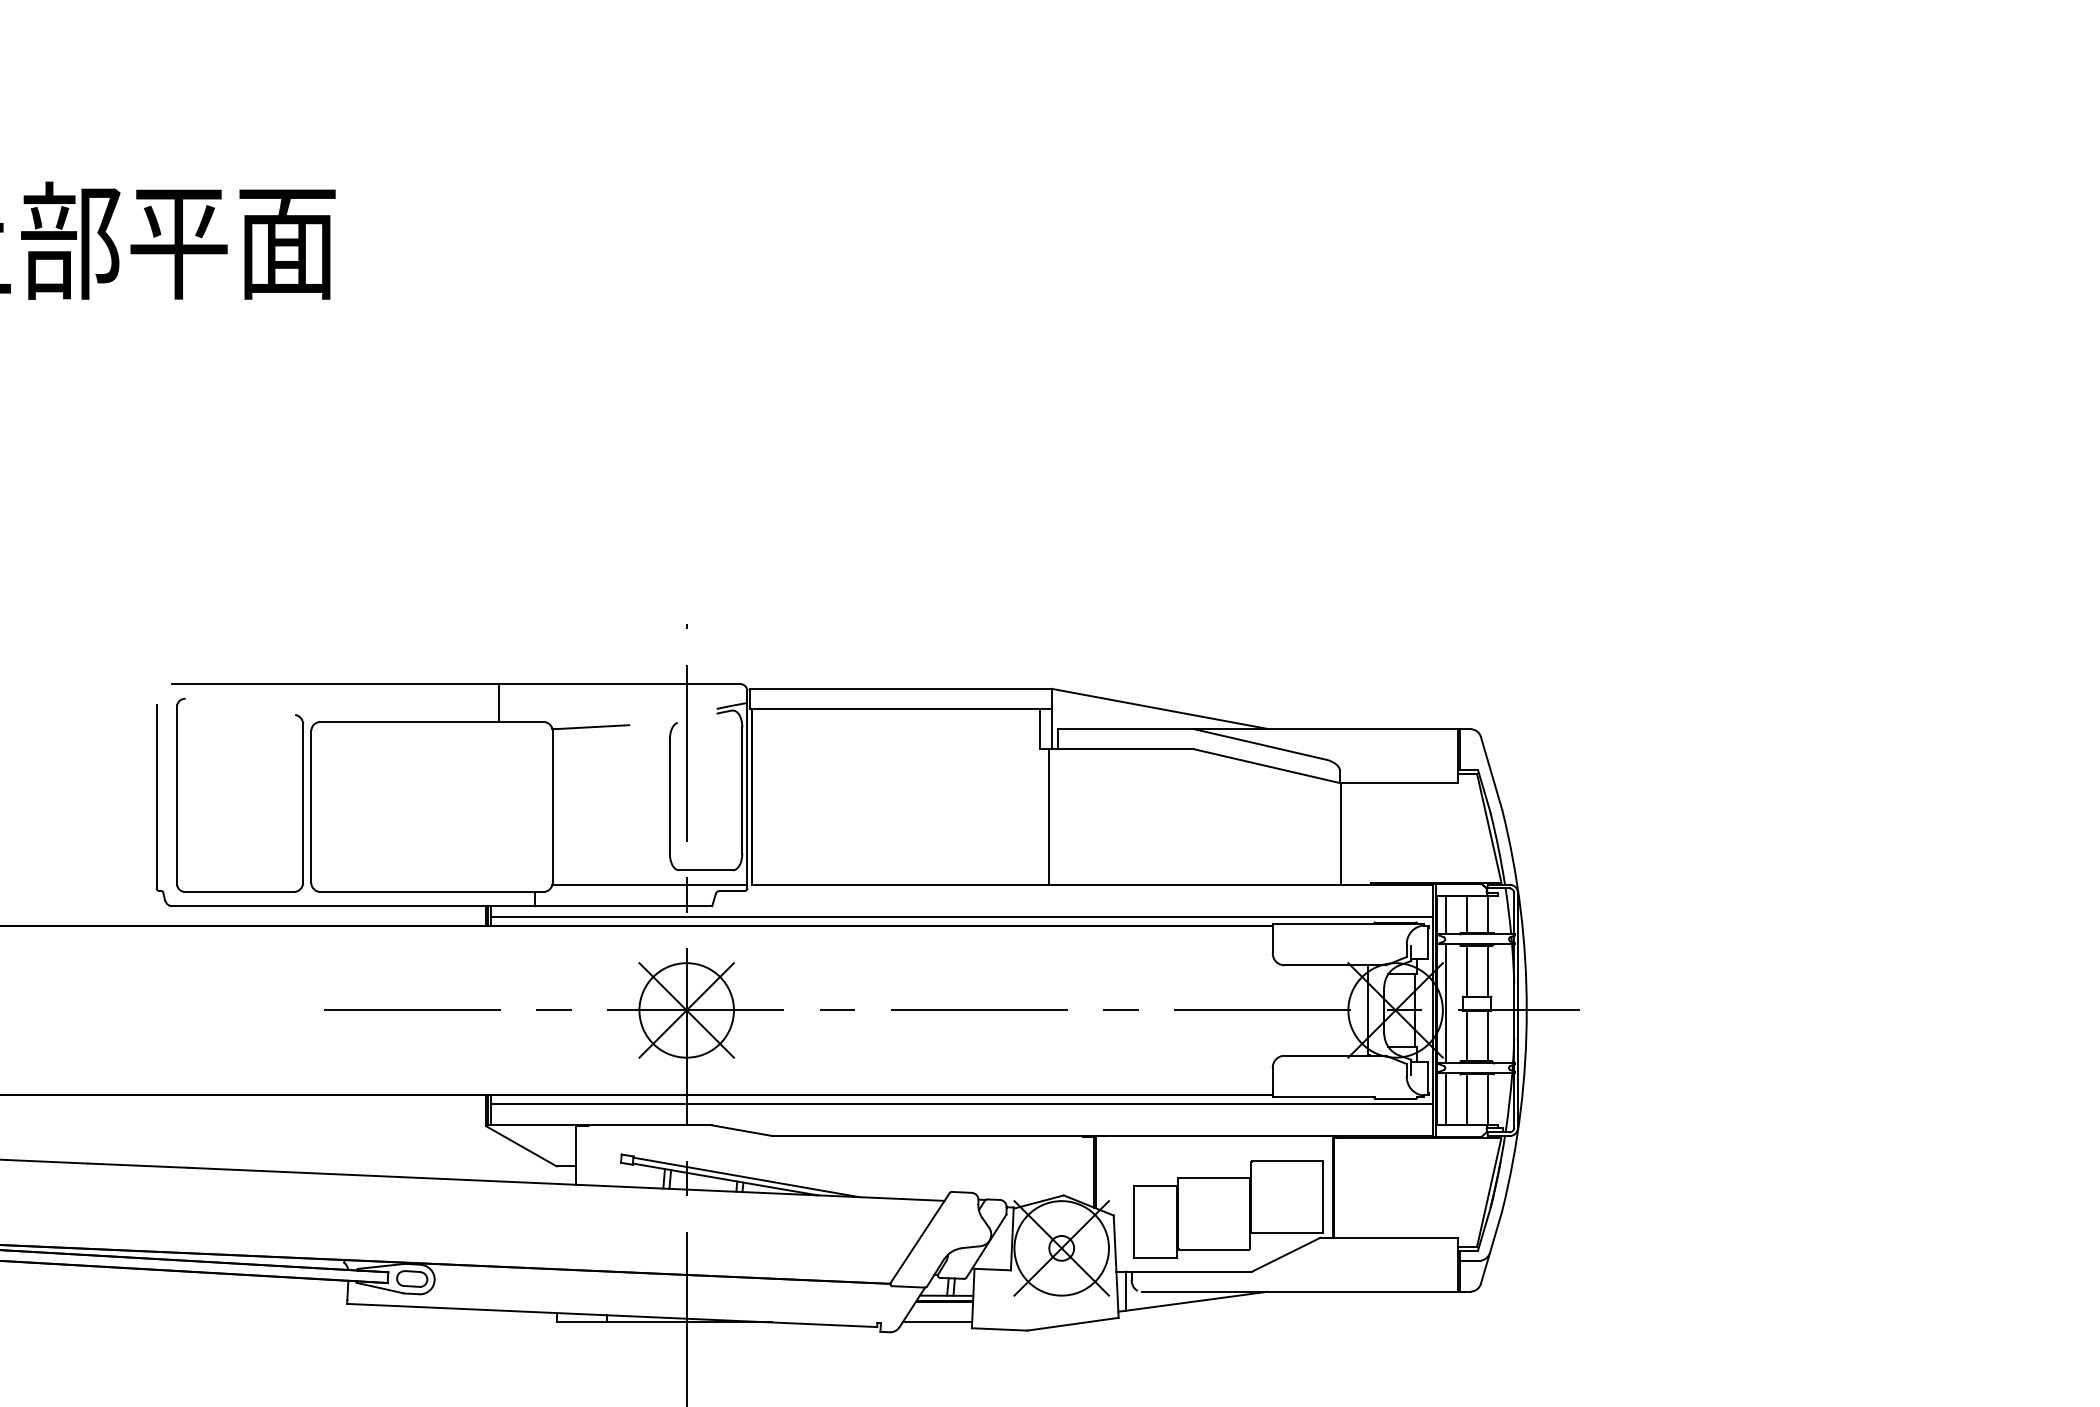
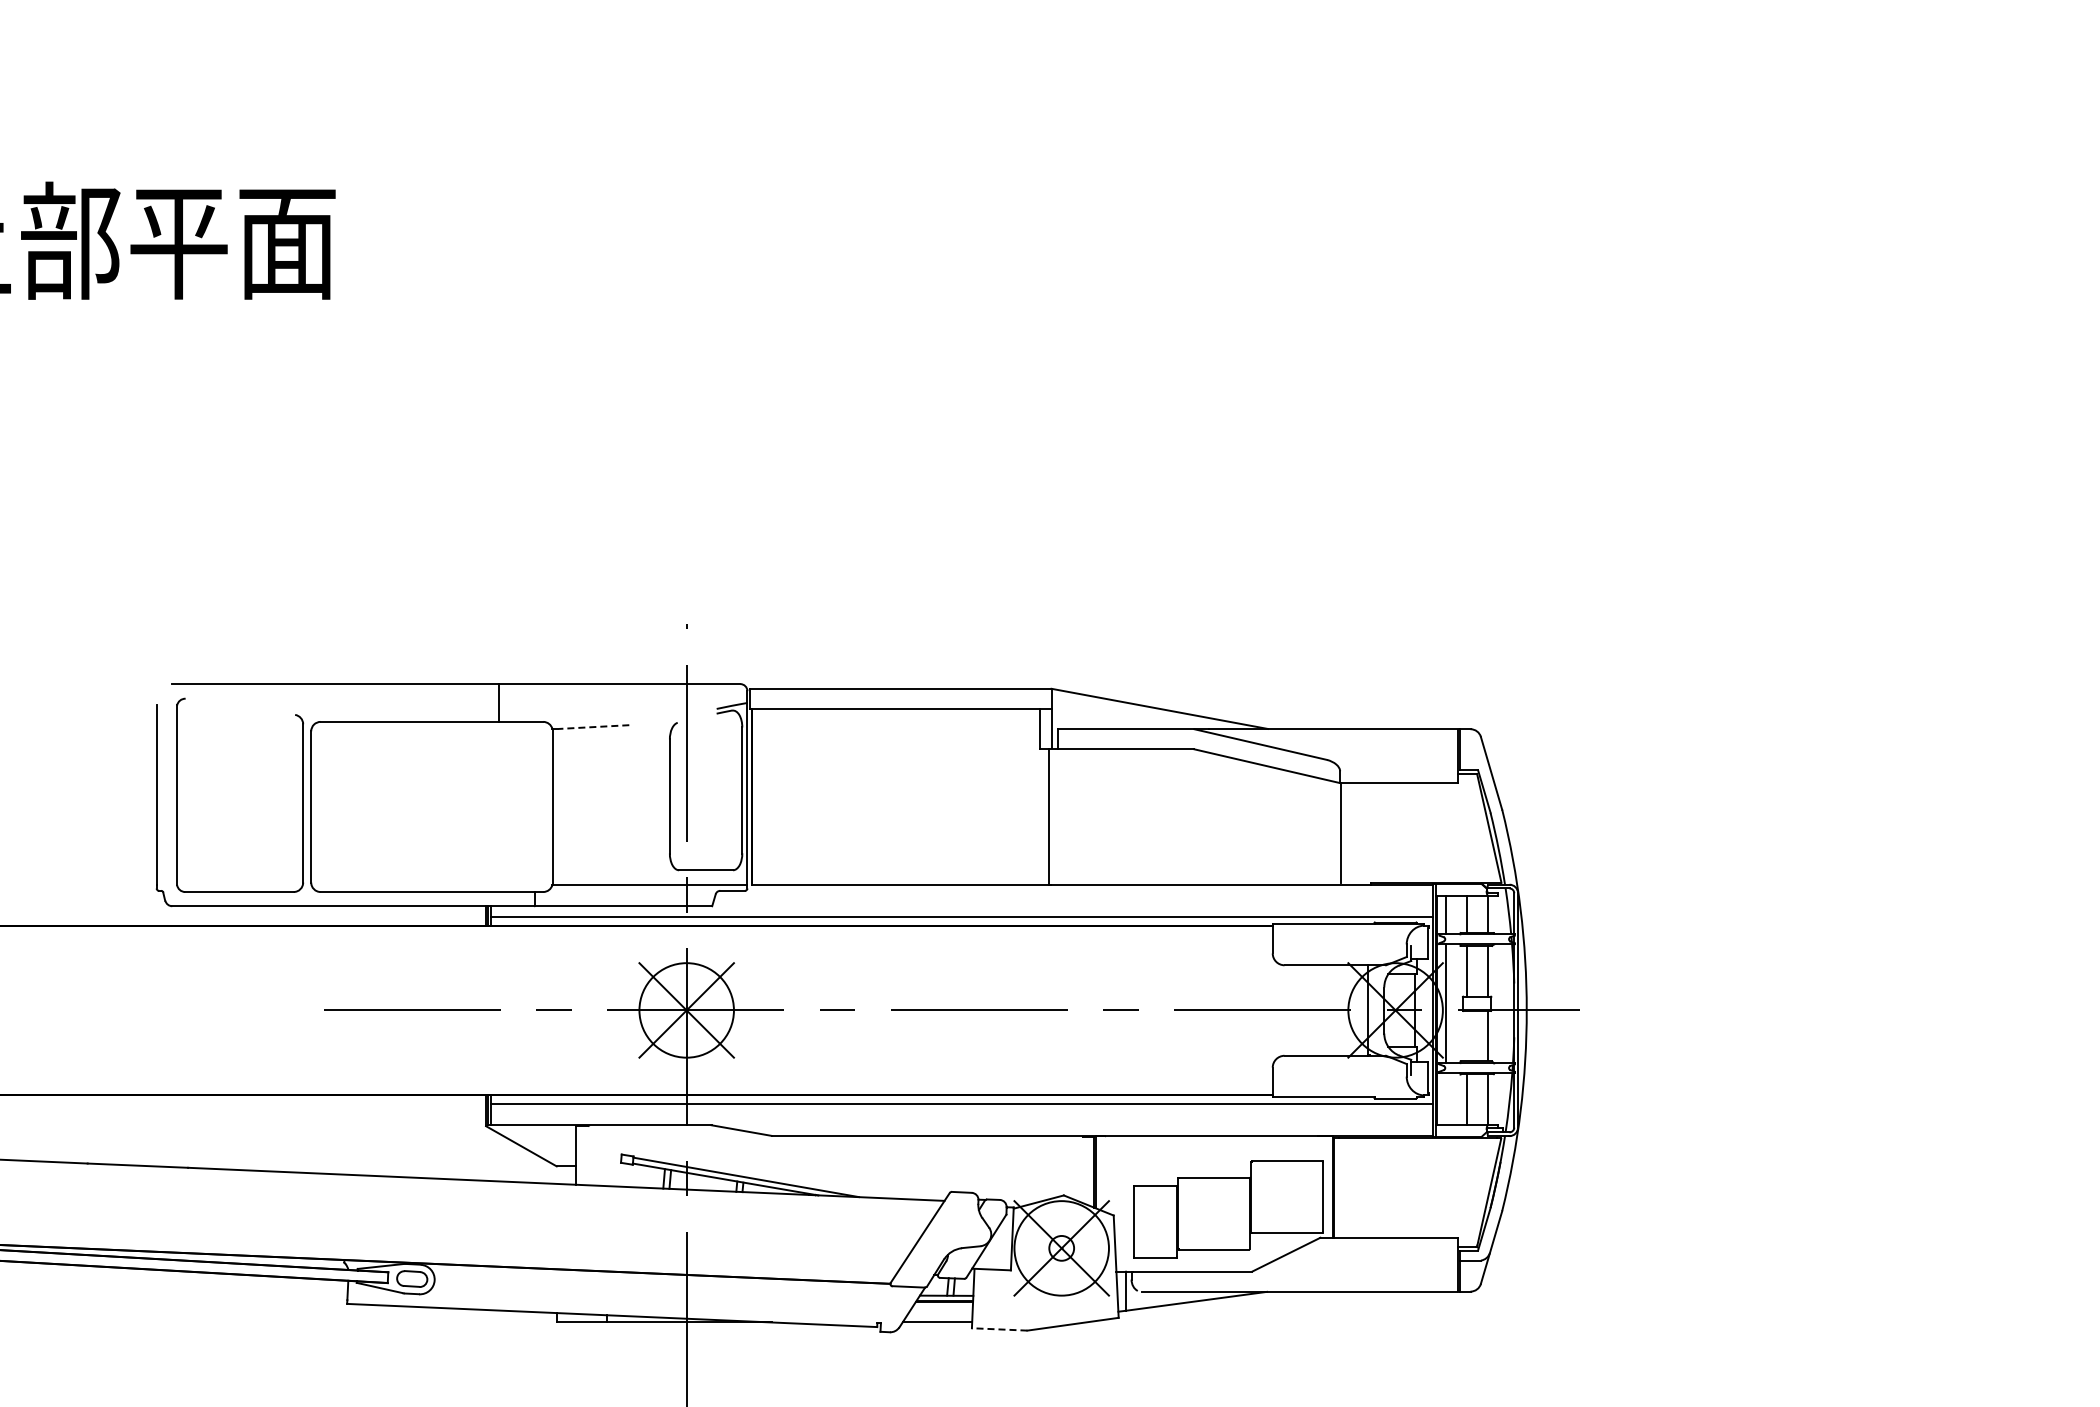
line at (593, 727): solid -> dashed
line at (1466, 1034): present -> none
line at (1446, 1099): present -> none
line at (999, 1329): solid -> dashed
